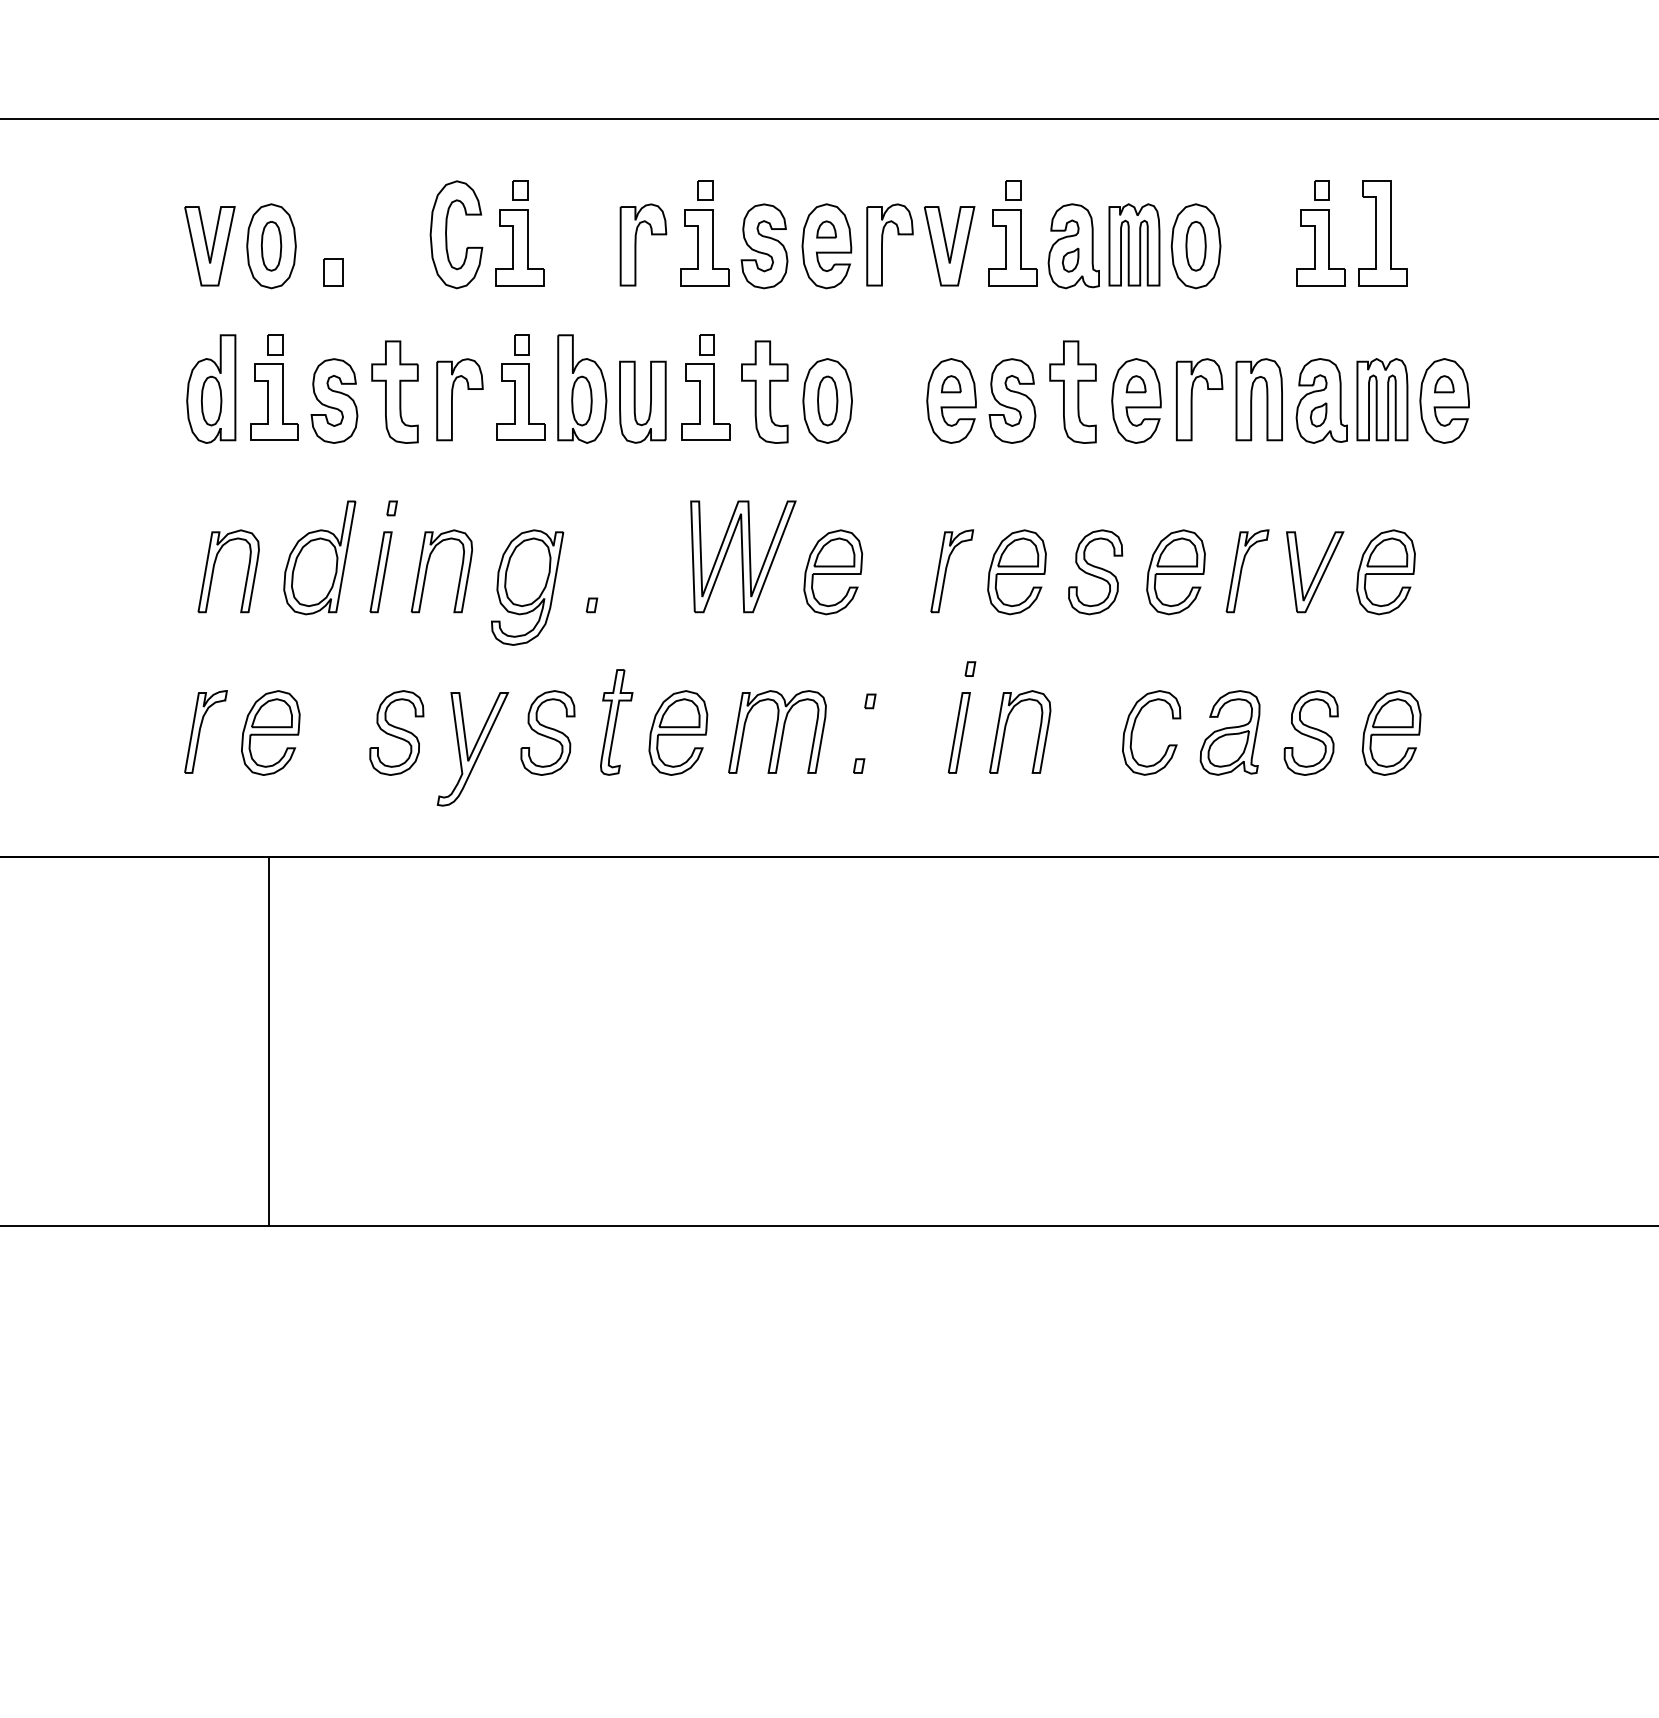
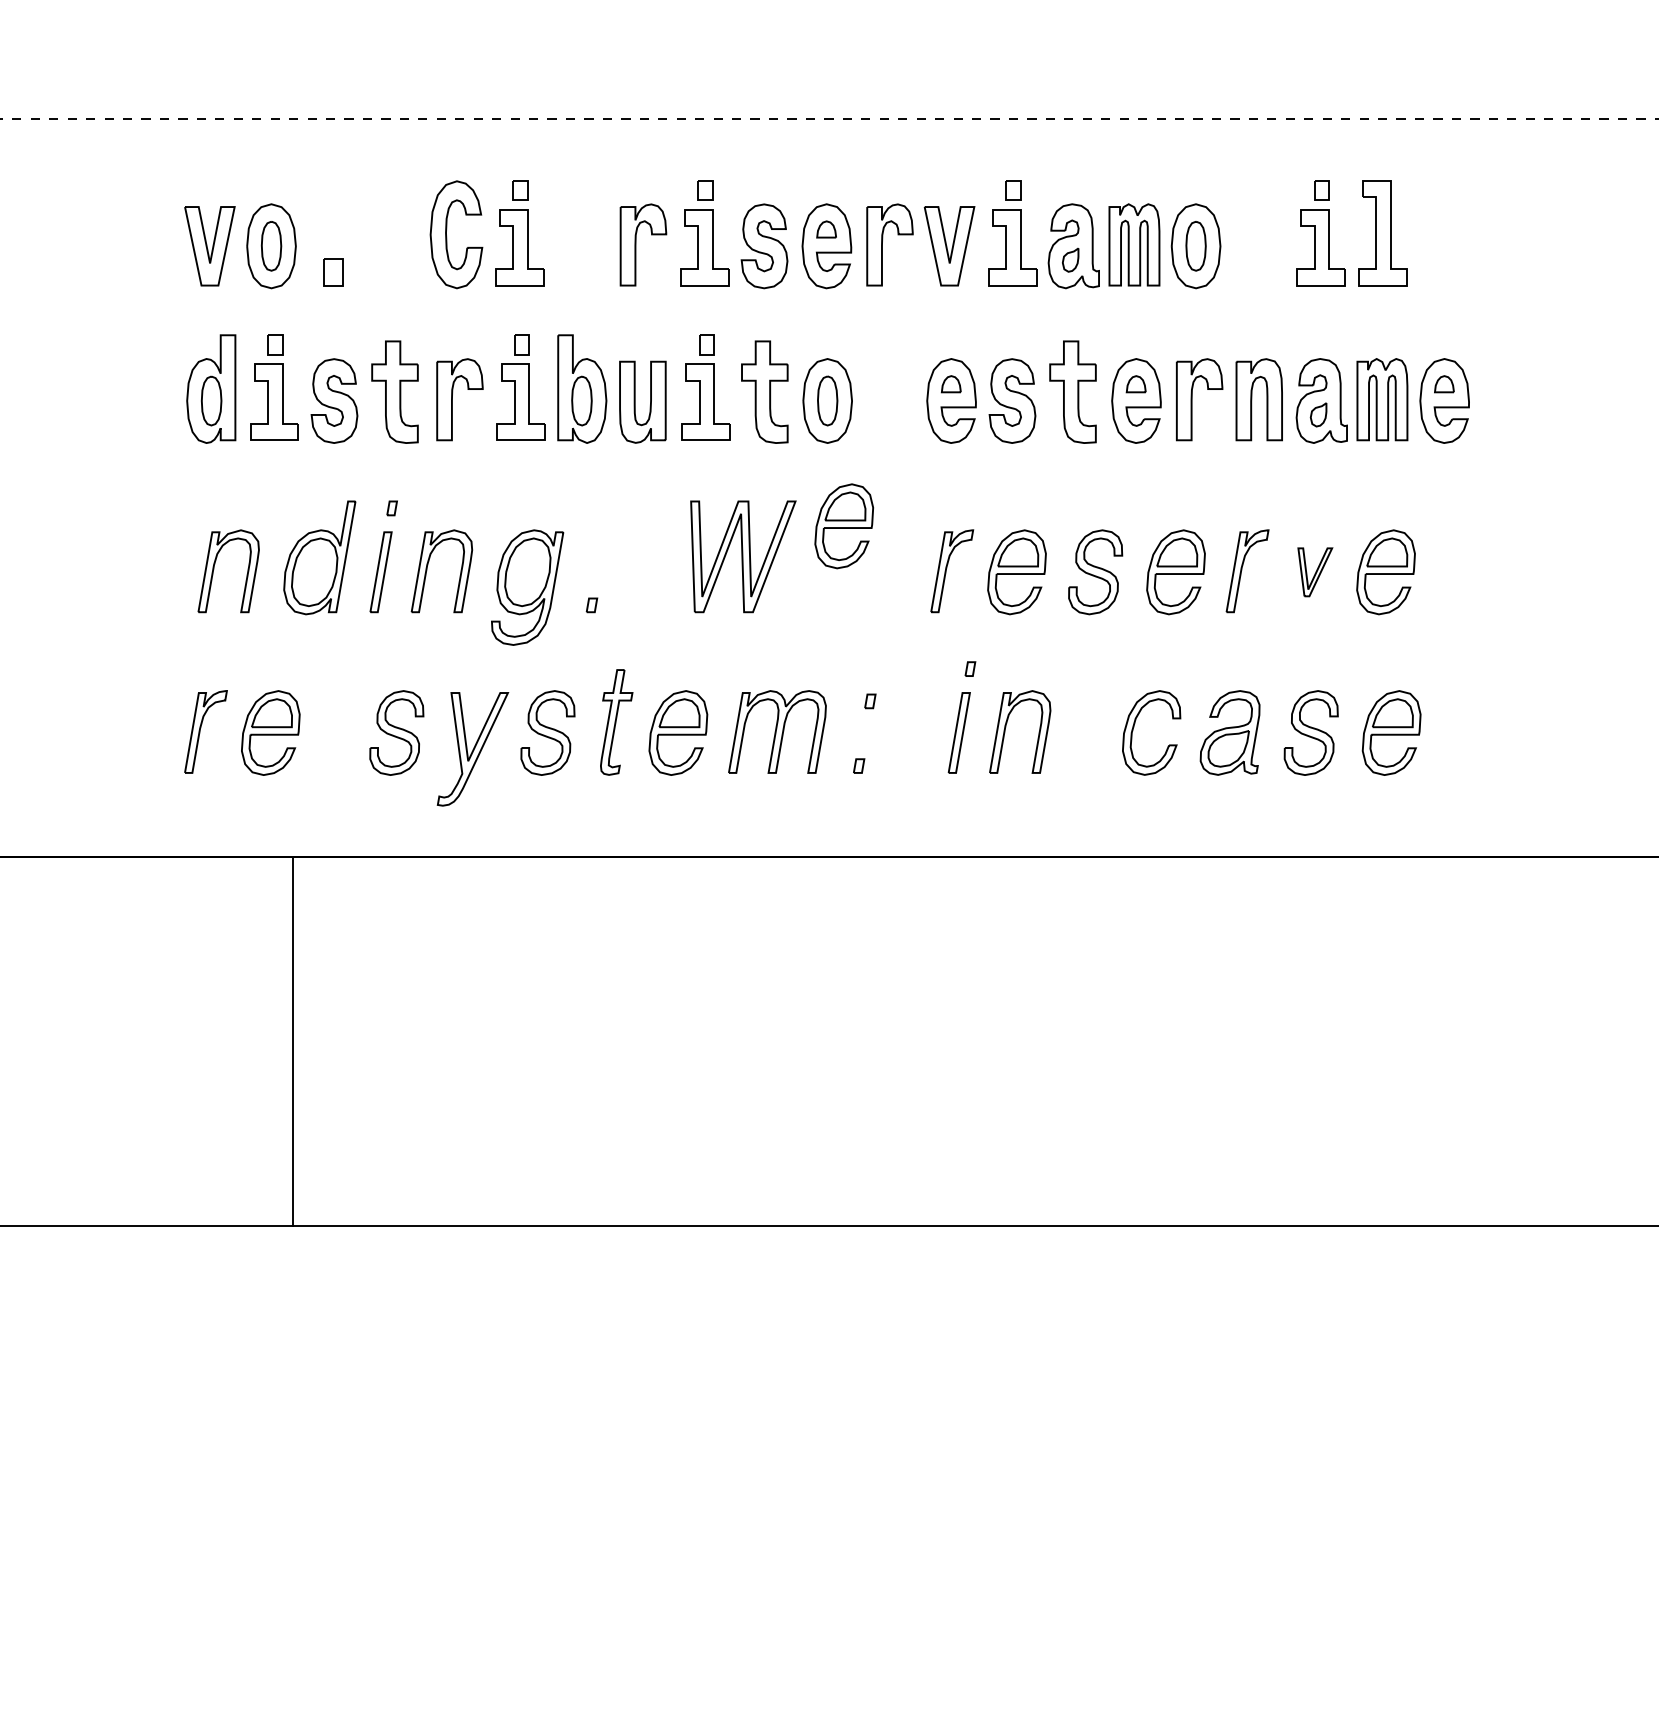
line at (829, 118): solid -> dashed
part at (832, 572) position: (832, 572) -> (843, 526)
part at (1315, 572) size: 59x83 px -> 37x51 px
line at (269, 1041) position: (269, 1041) -> (293, 1041)
